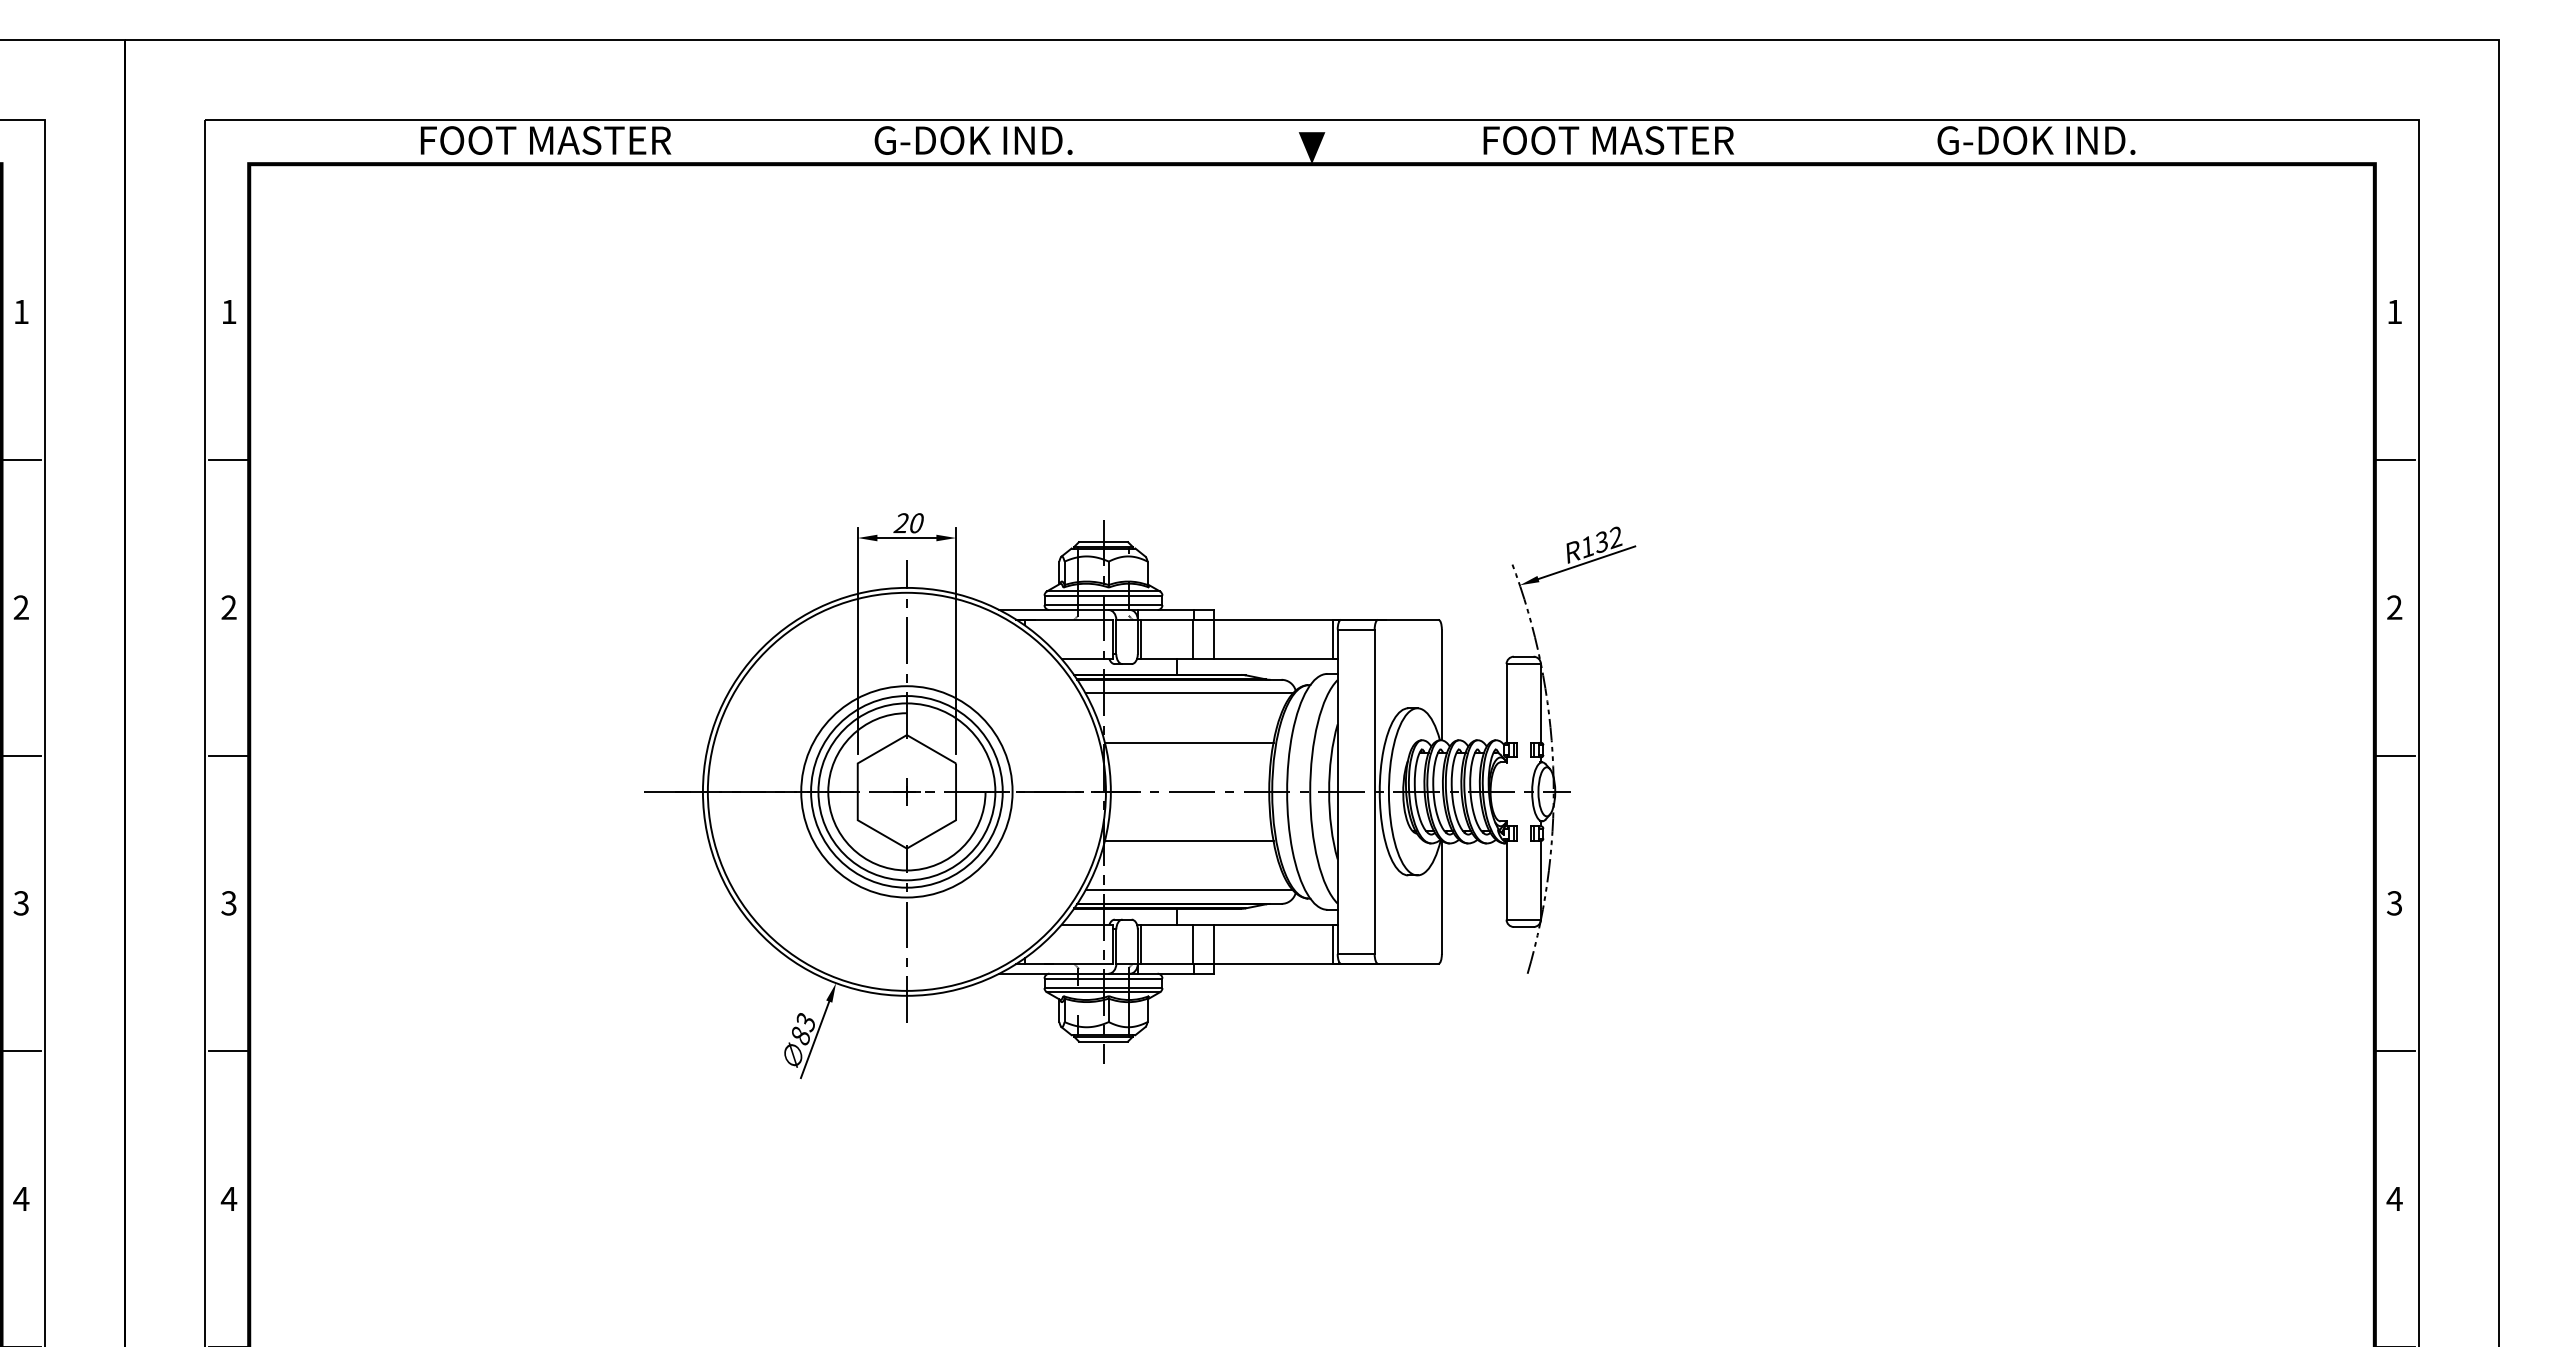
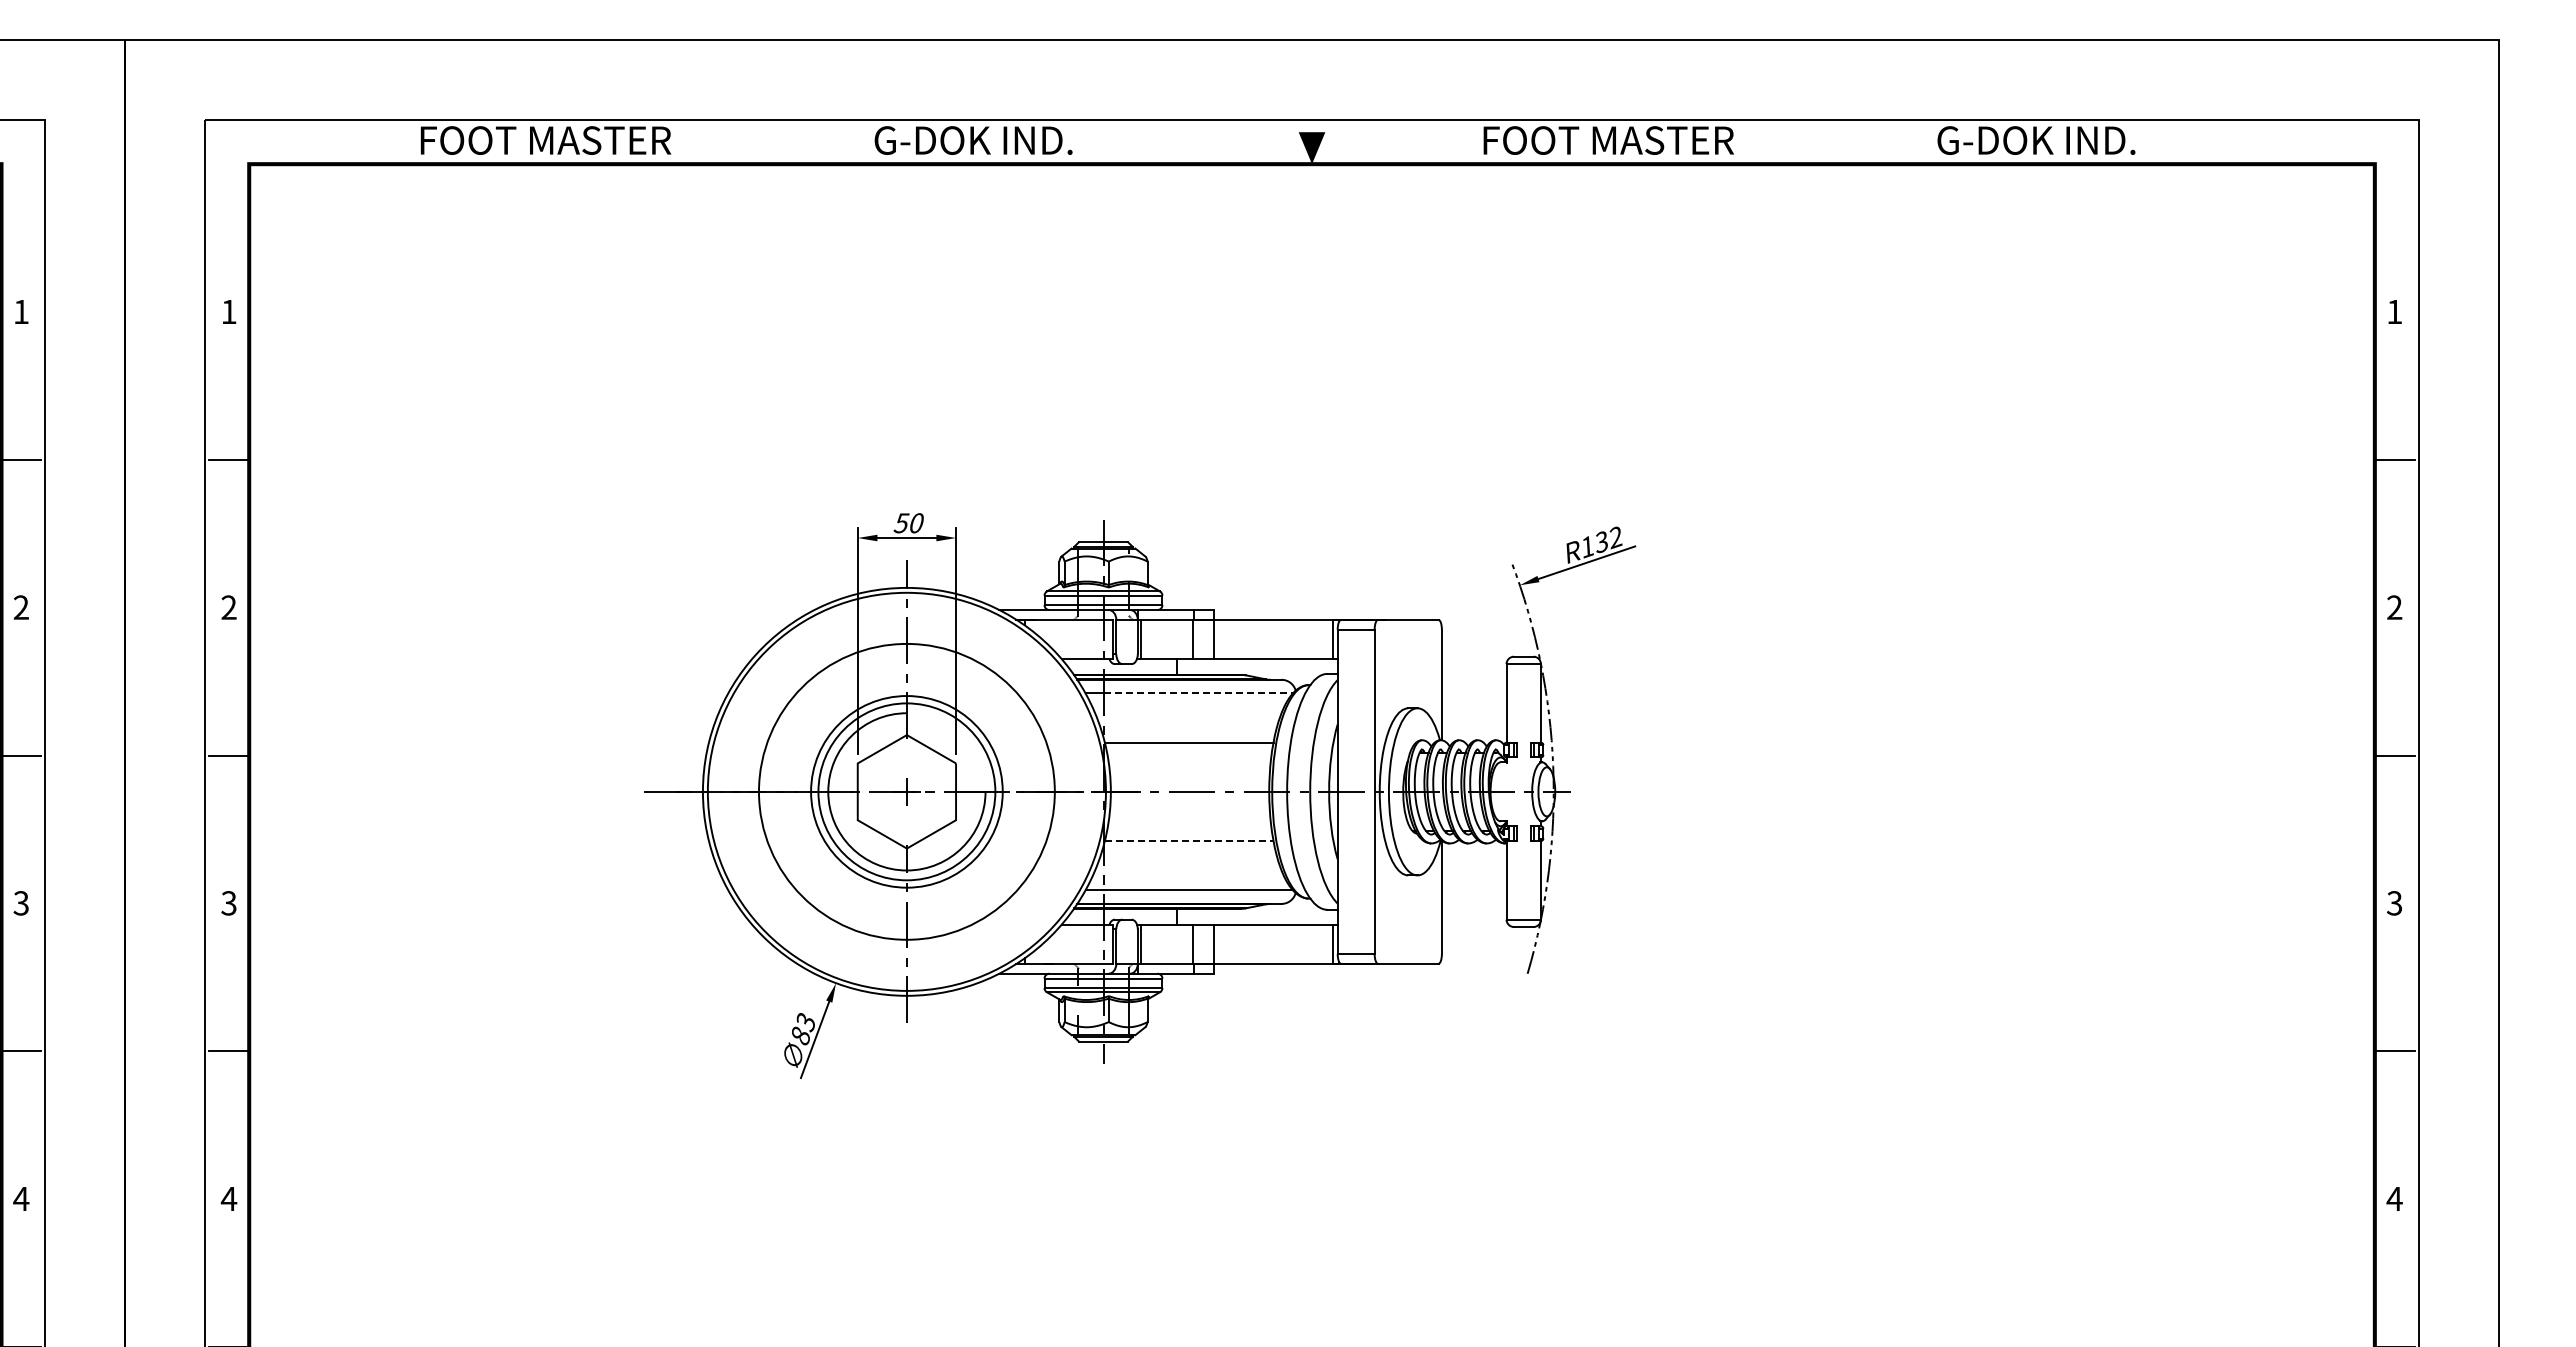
text at (901, 523): 20 -> 50
line at (1198, 693): solid -> dashed
circle at (906, 791) diameter: 211 px -> 296 px
line at (1189, 841): solid -> dashed
